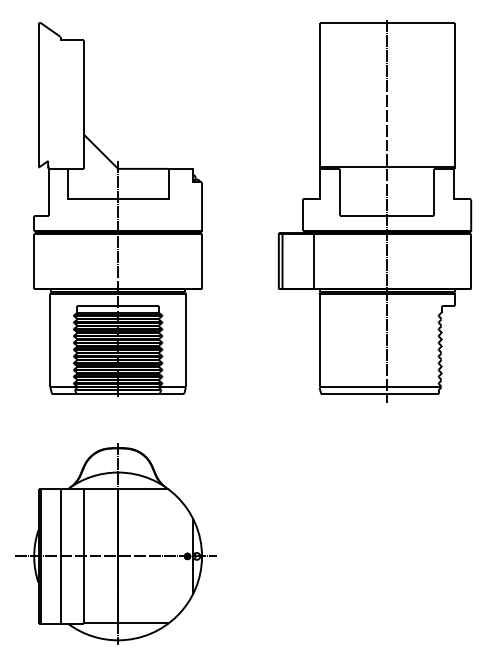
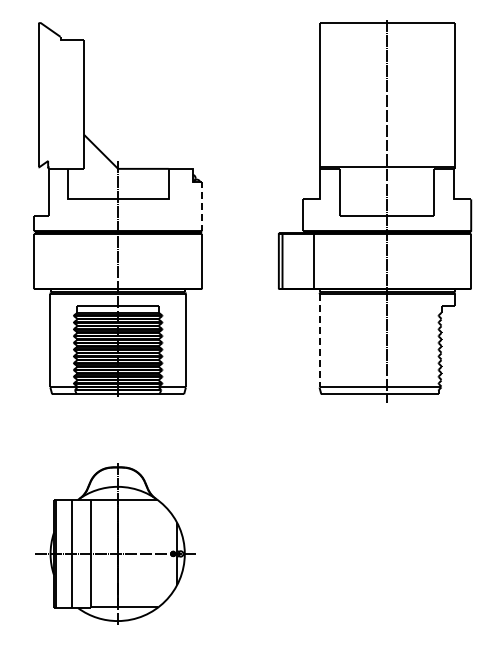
line at (202, 207): solid -> dashed
line at (319, 340): solid -> dashed
part at (115, 543) size: 202x202 px -> 161x162 px
